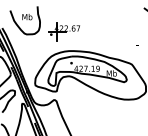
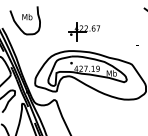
part at (63, 31) position: (63, 31) -> (83, 31)
